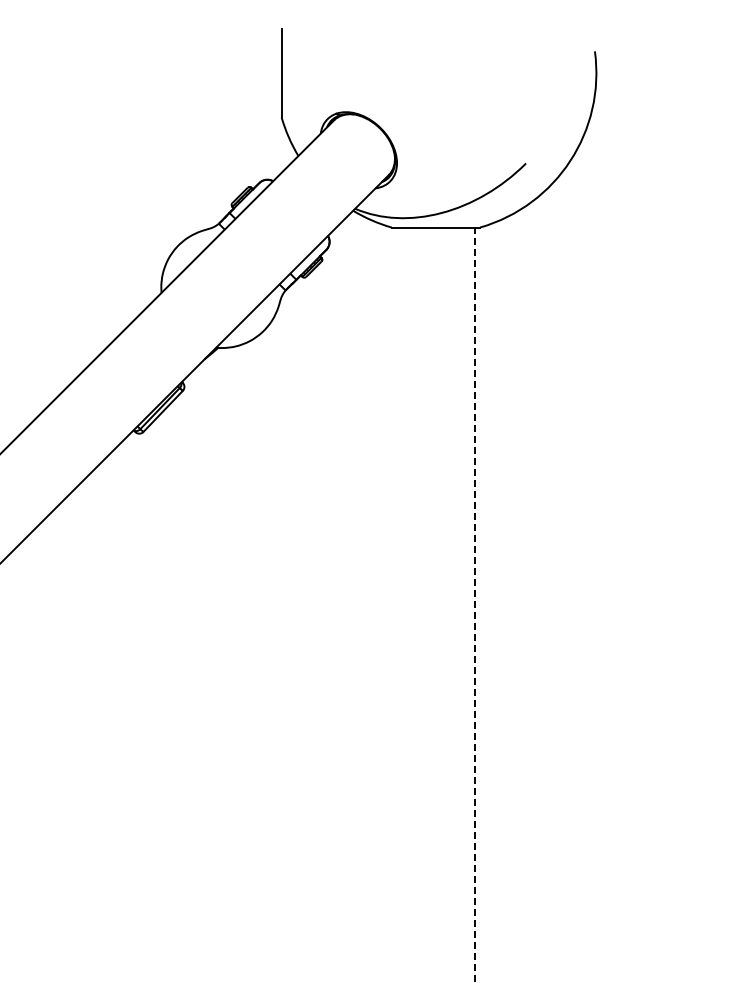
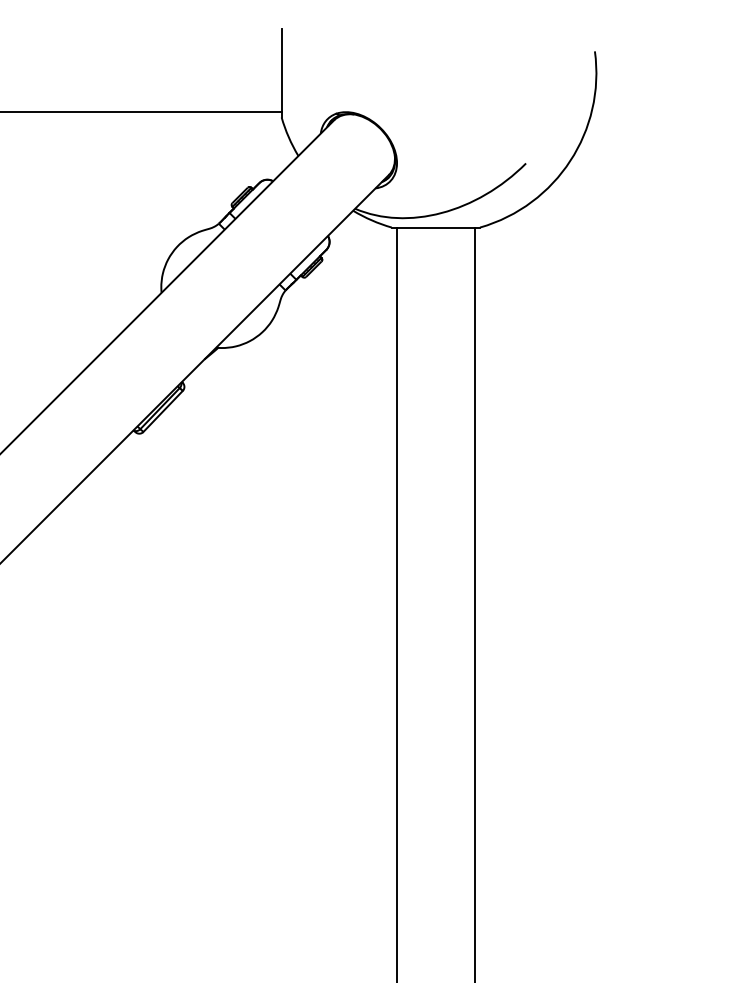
line at (141, 111): none -> present
line at (397, 603): none -> present
line at (474, 604): dashed -> solid
